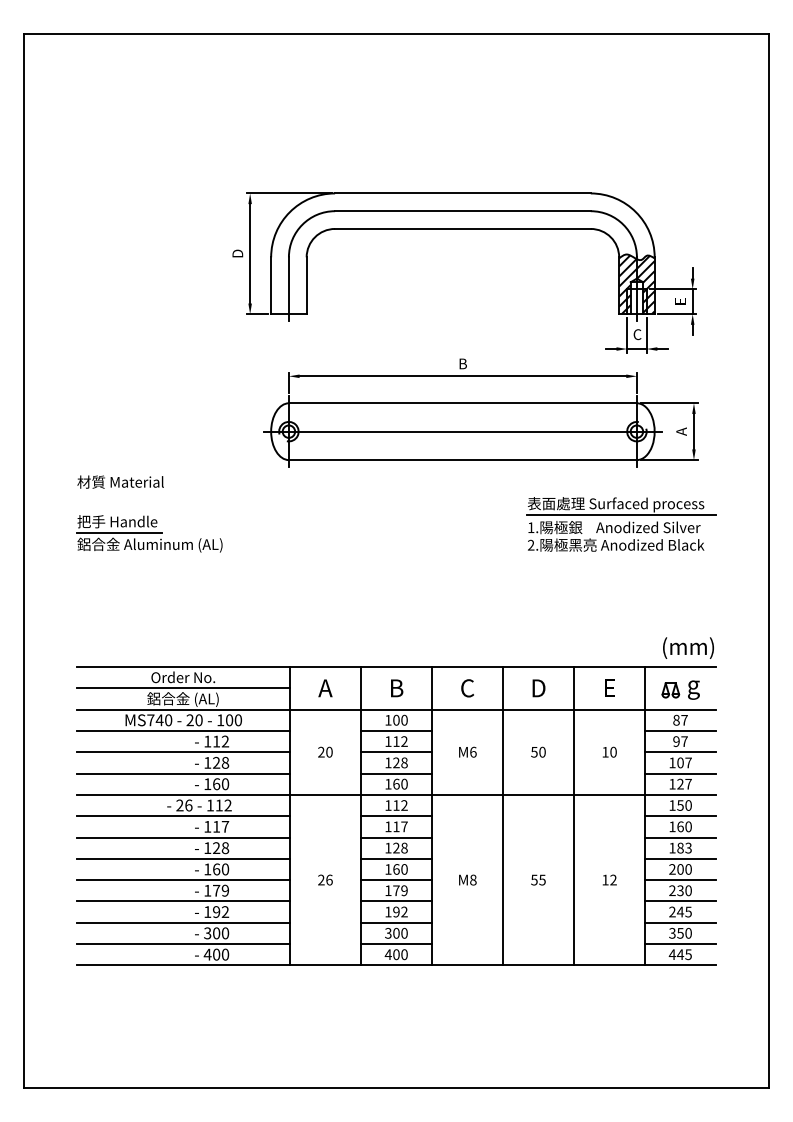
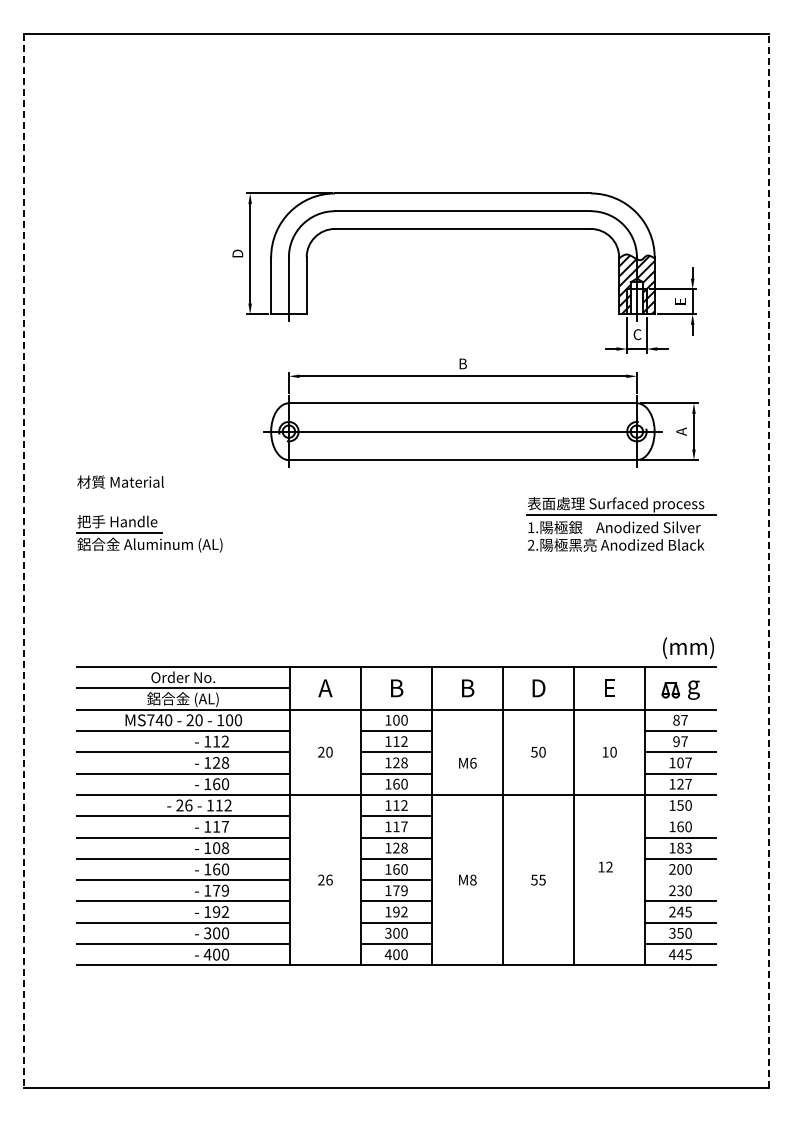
line at (769, 560): solid -> dashed
line at (23, 561): solid -> dashed
text at (467, 688): C -> B
text at (467, 751) position: (467, 751) -> (467, 762)
line at (680, 816): present -> none
text at (216, 848): 128 -> 108
text at (609, 879) position: (609, 879) -> (605, 866)
line at (680, 880): present -> none
